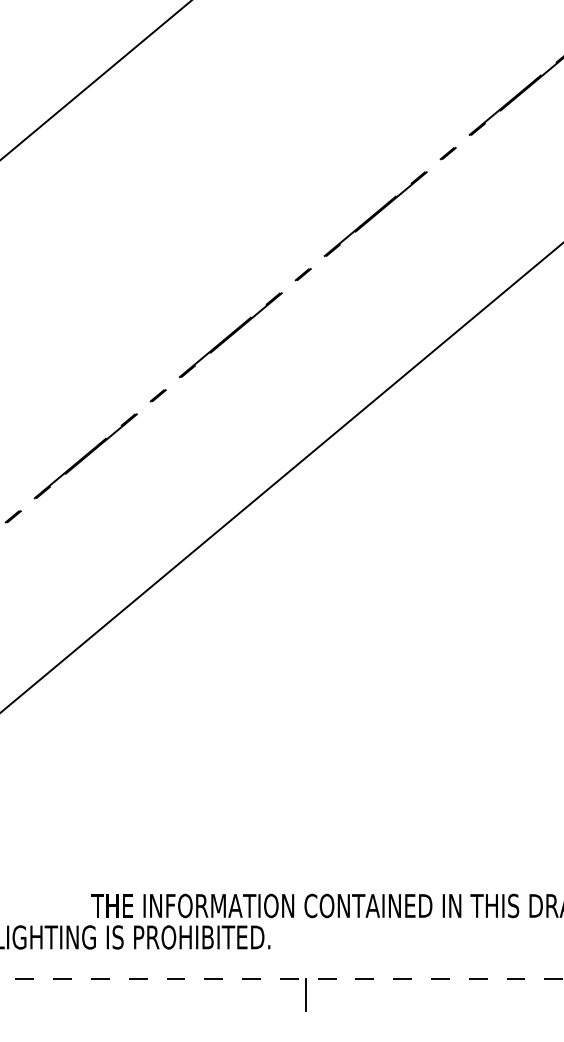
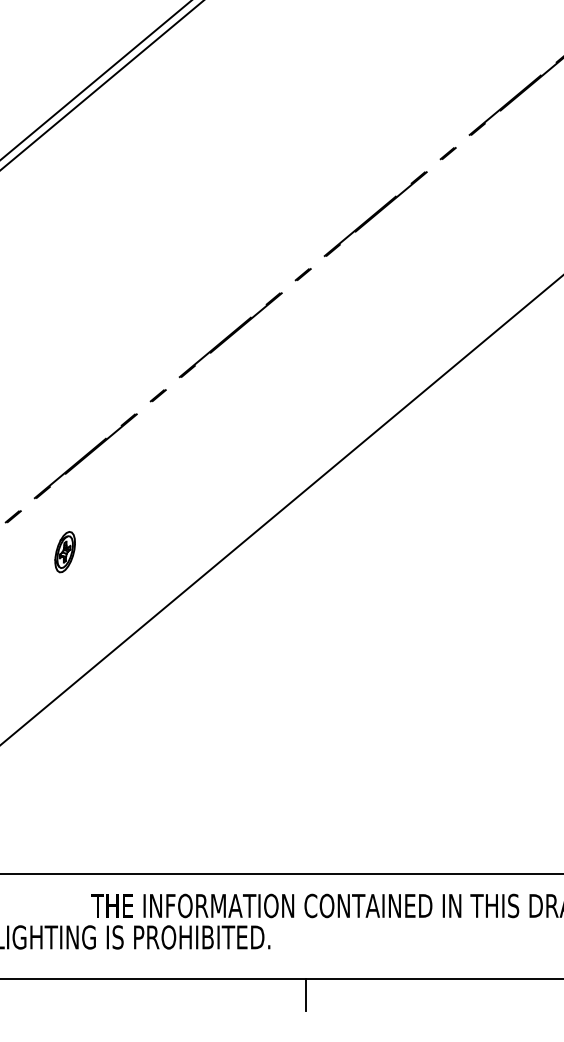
line at (101, 85): none -> present
line at (281, 478) position: (281, 478) -> (281, 510)
part at (64, 552): none -> present
line at (281, 873): none -> present
line at (281, 978): dashed -> solid
